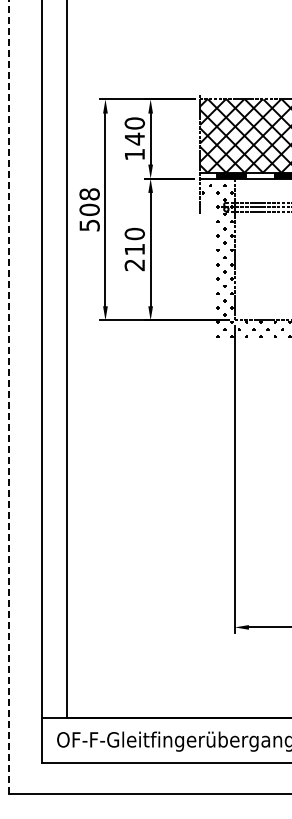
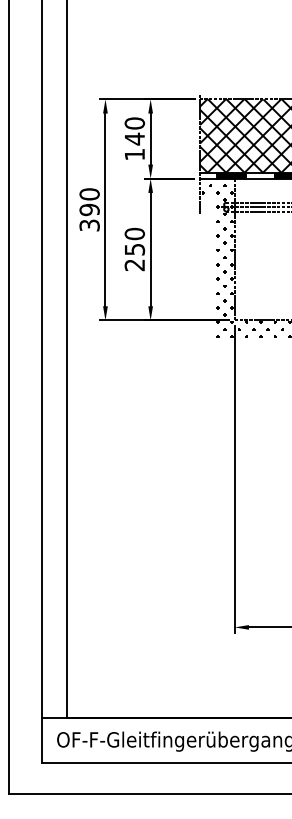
text at (89, 209): 508 -> 390
text at (135, 249): 210 -> 250
line at (8, 397): dashed -> solid
